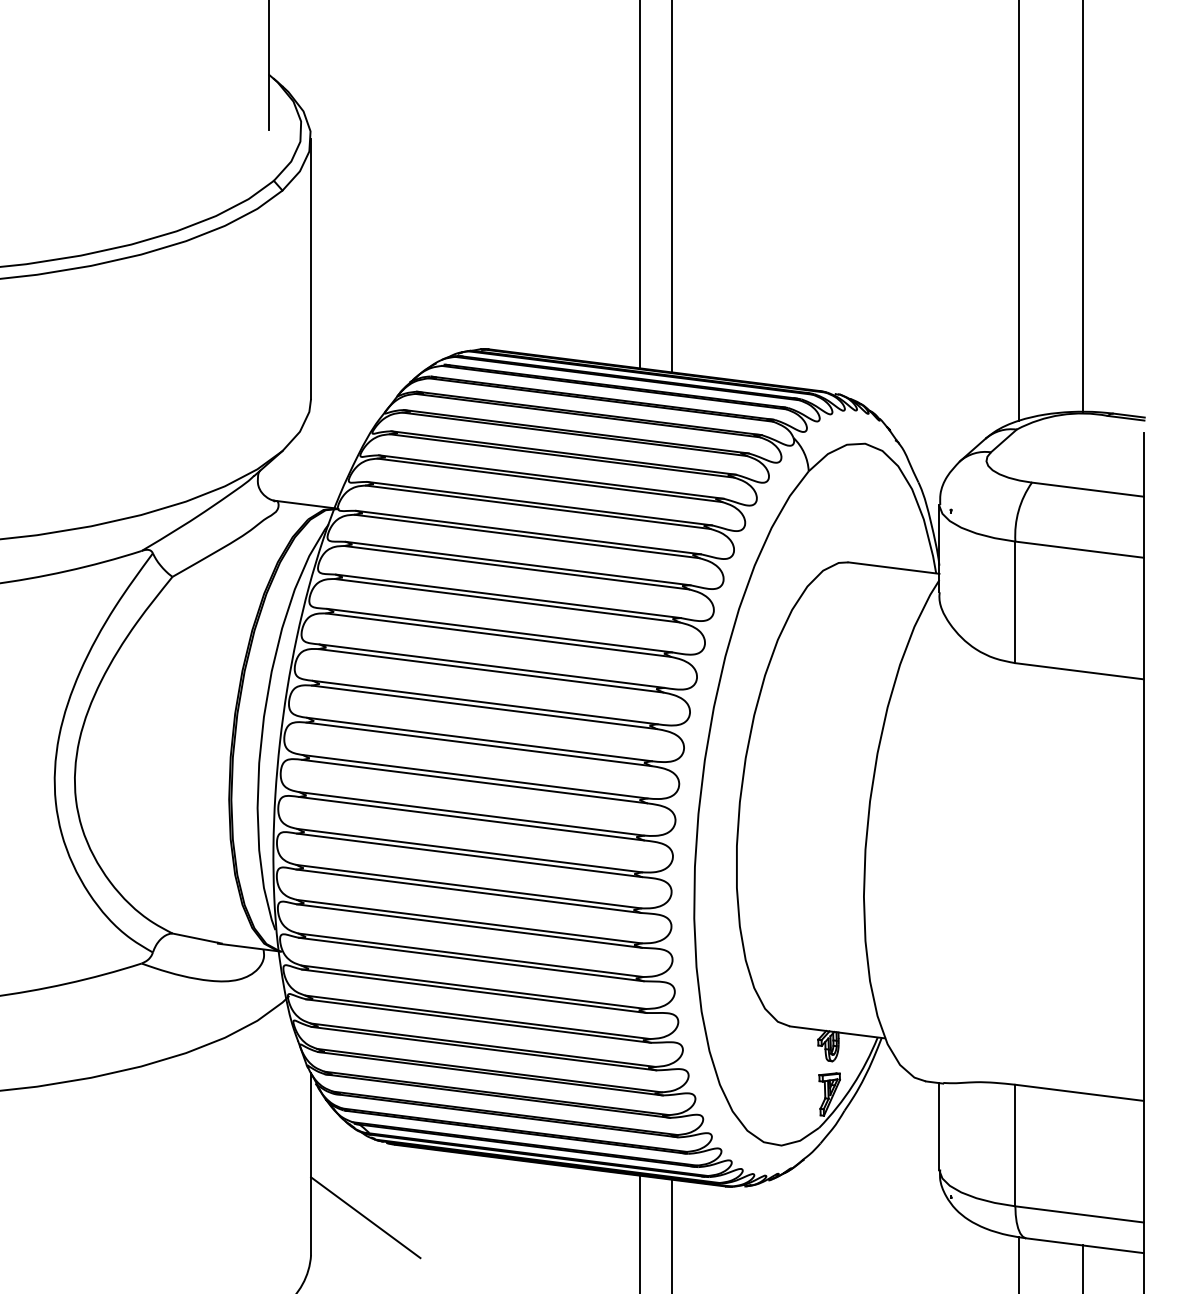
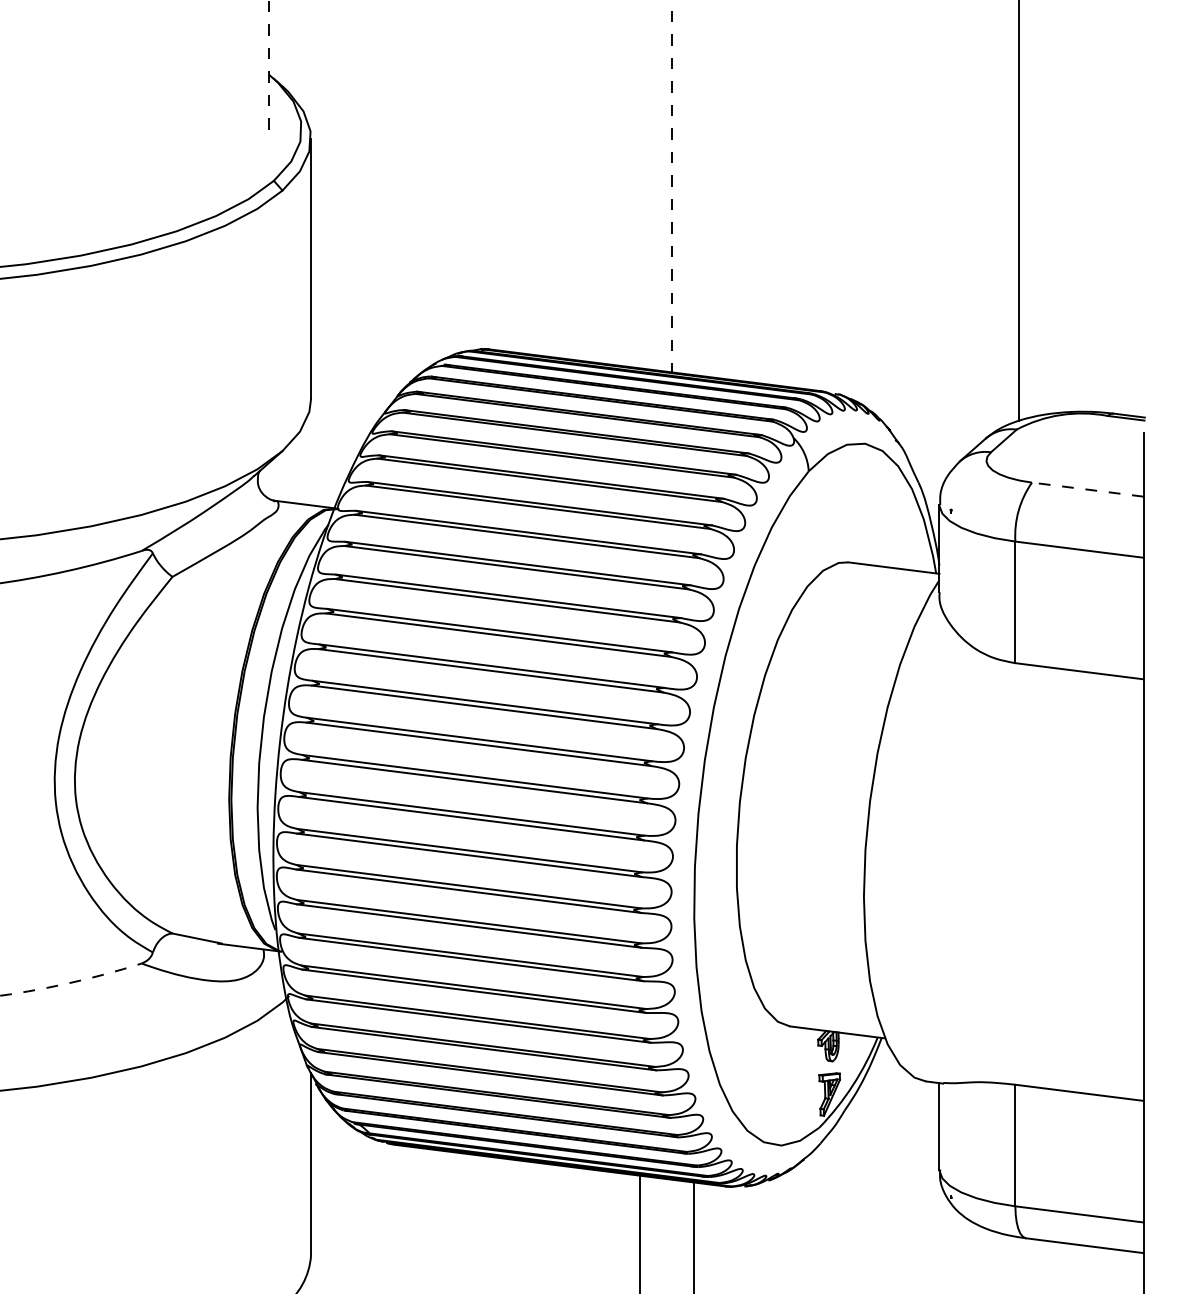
line at (268, 64): solid -> dashed
line at (639, 185): present -> none
line at (671, 186): solid -> dashed
line at (1082, 207): present -> none
line at (1087, 489): solid -> dashed
arc at (71, 982): solid -> dashed
line at (365, 1217): present -> none
line at (671, 1234) position: (671, 1234) -> (693, 1234)
line at (1019, 1263): present -> none
line at (1082, 1267): present -> none
